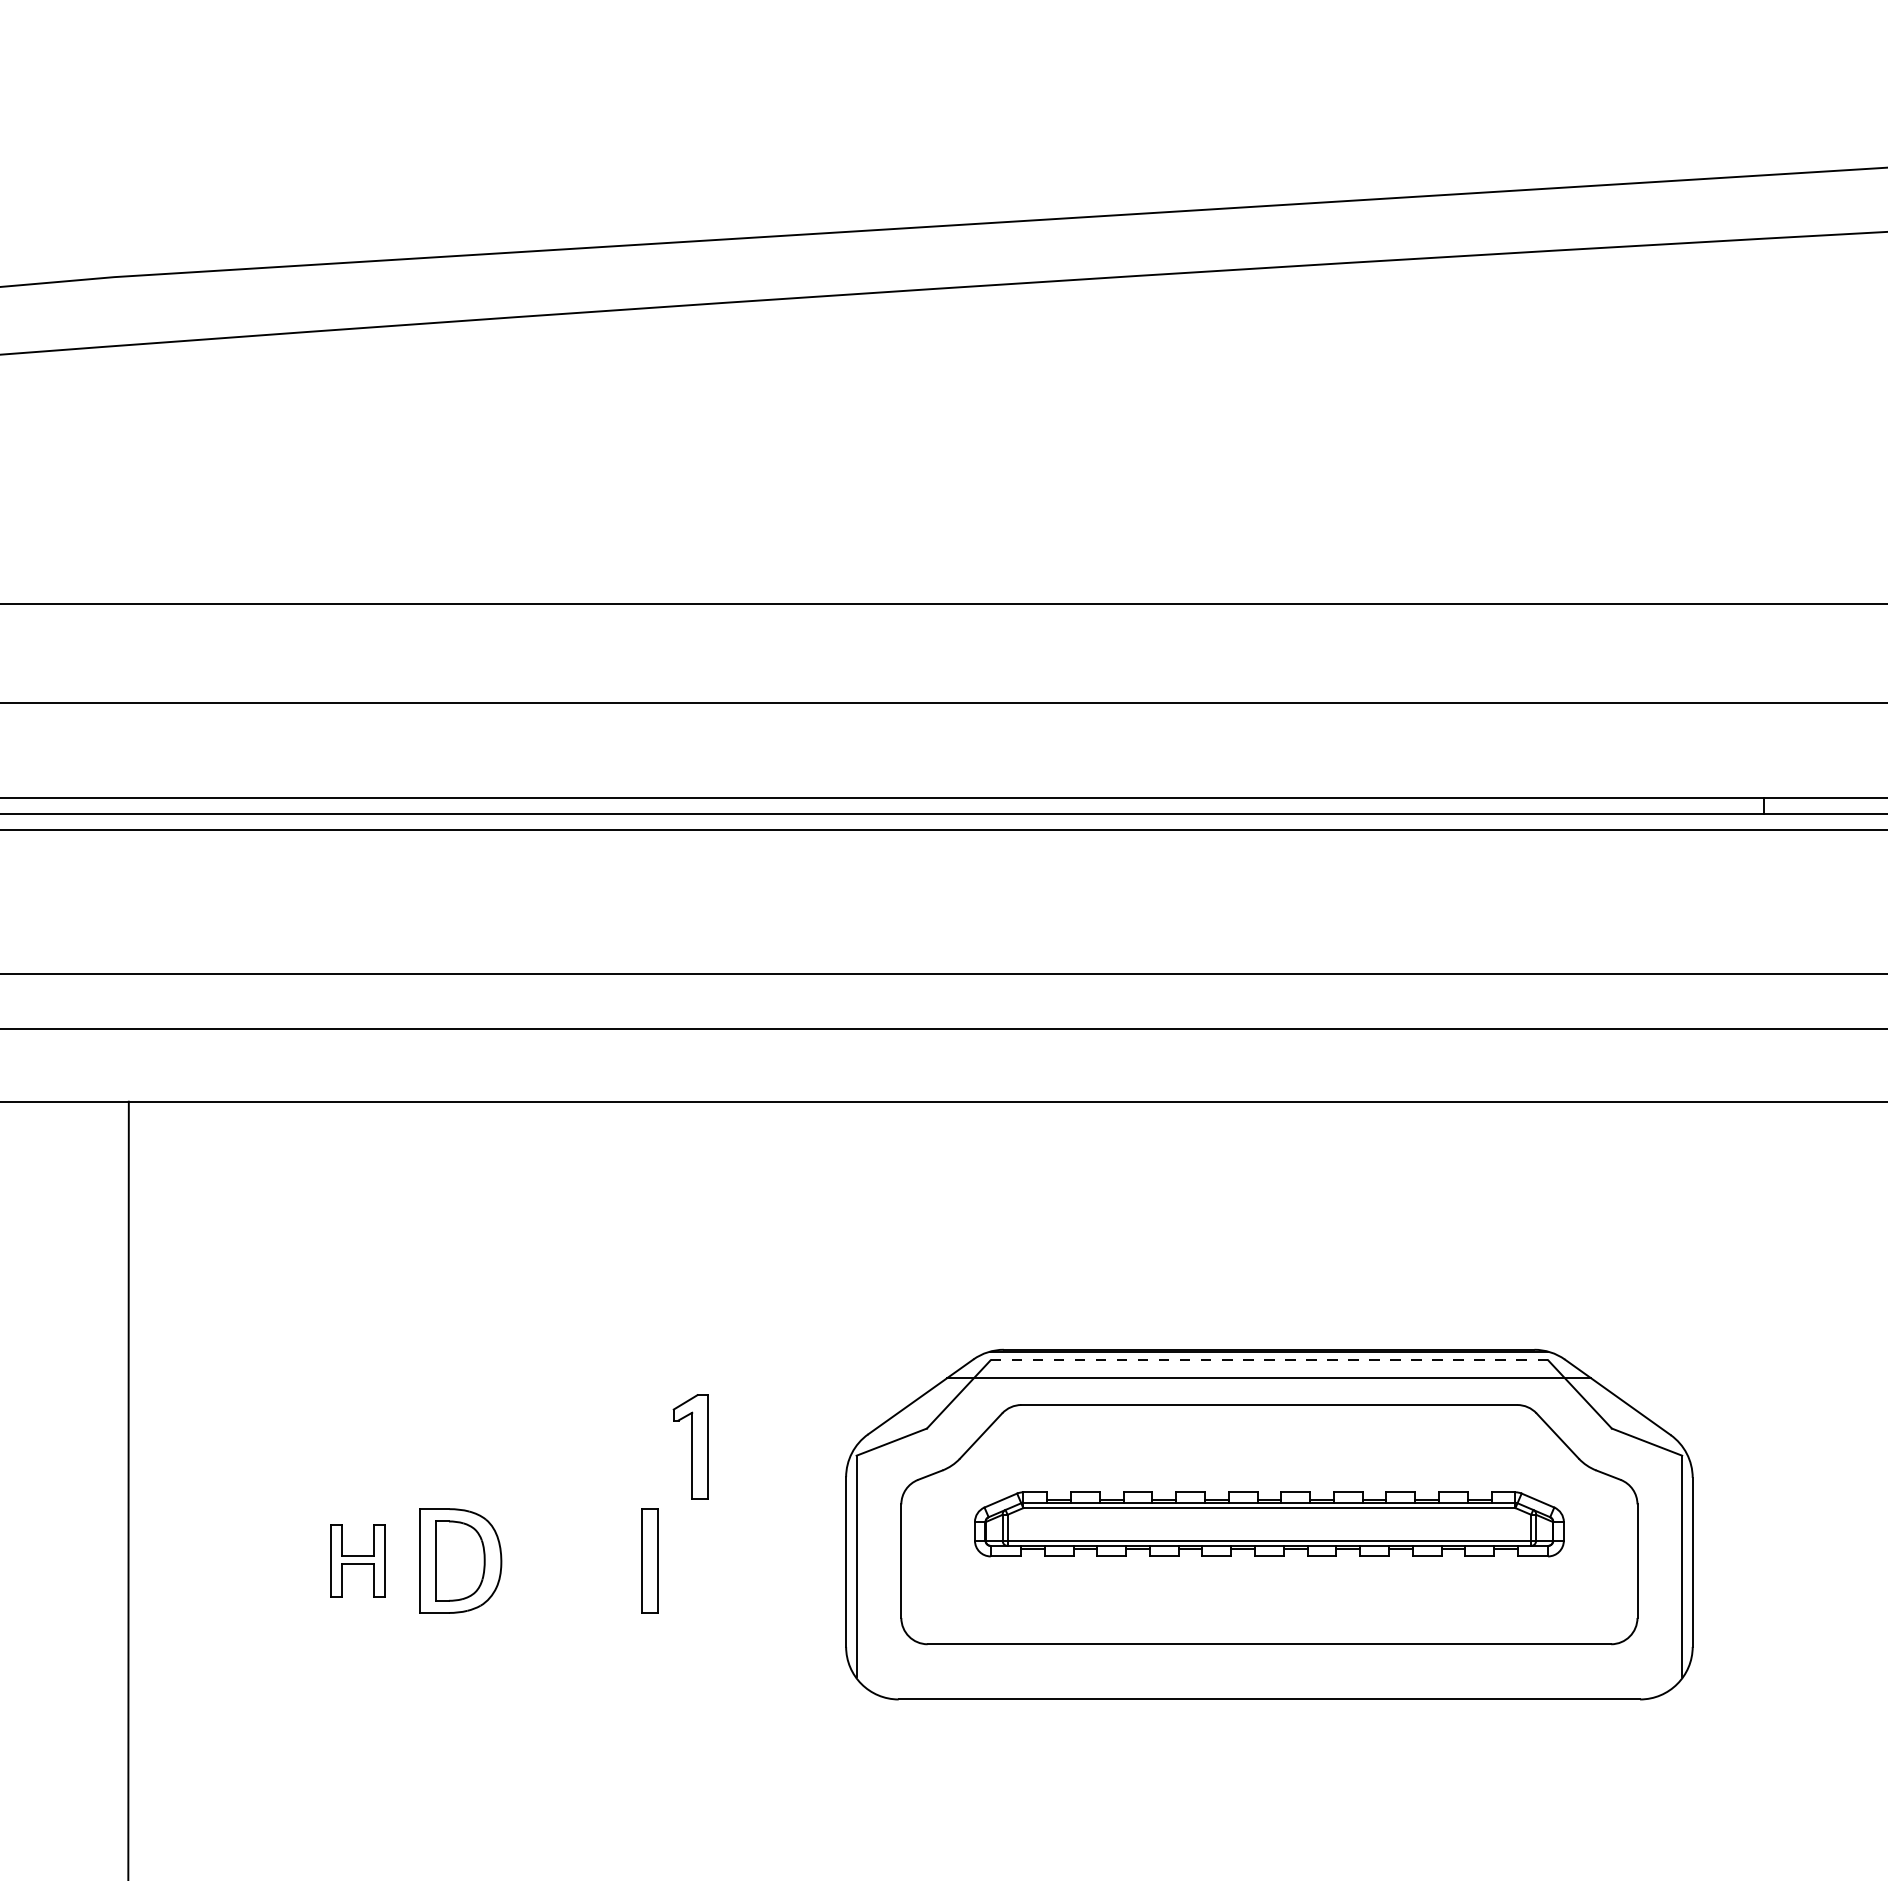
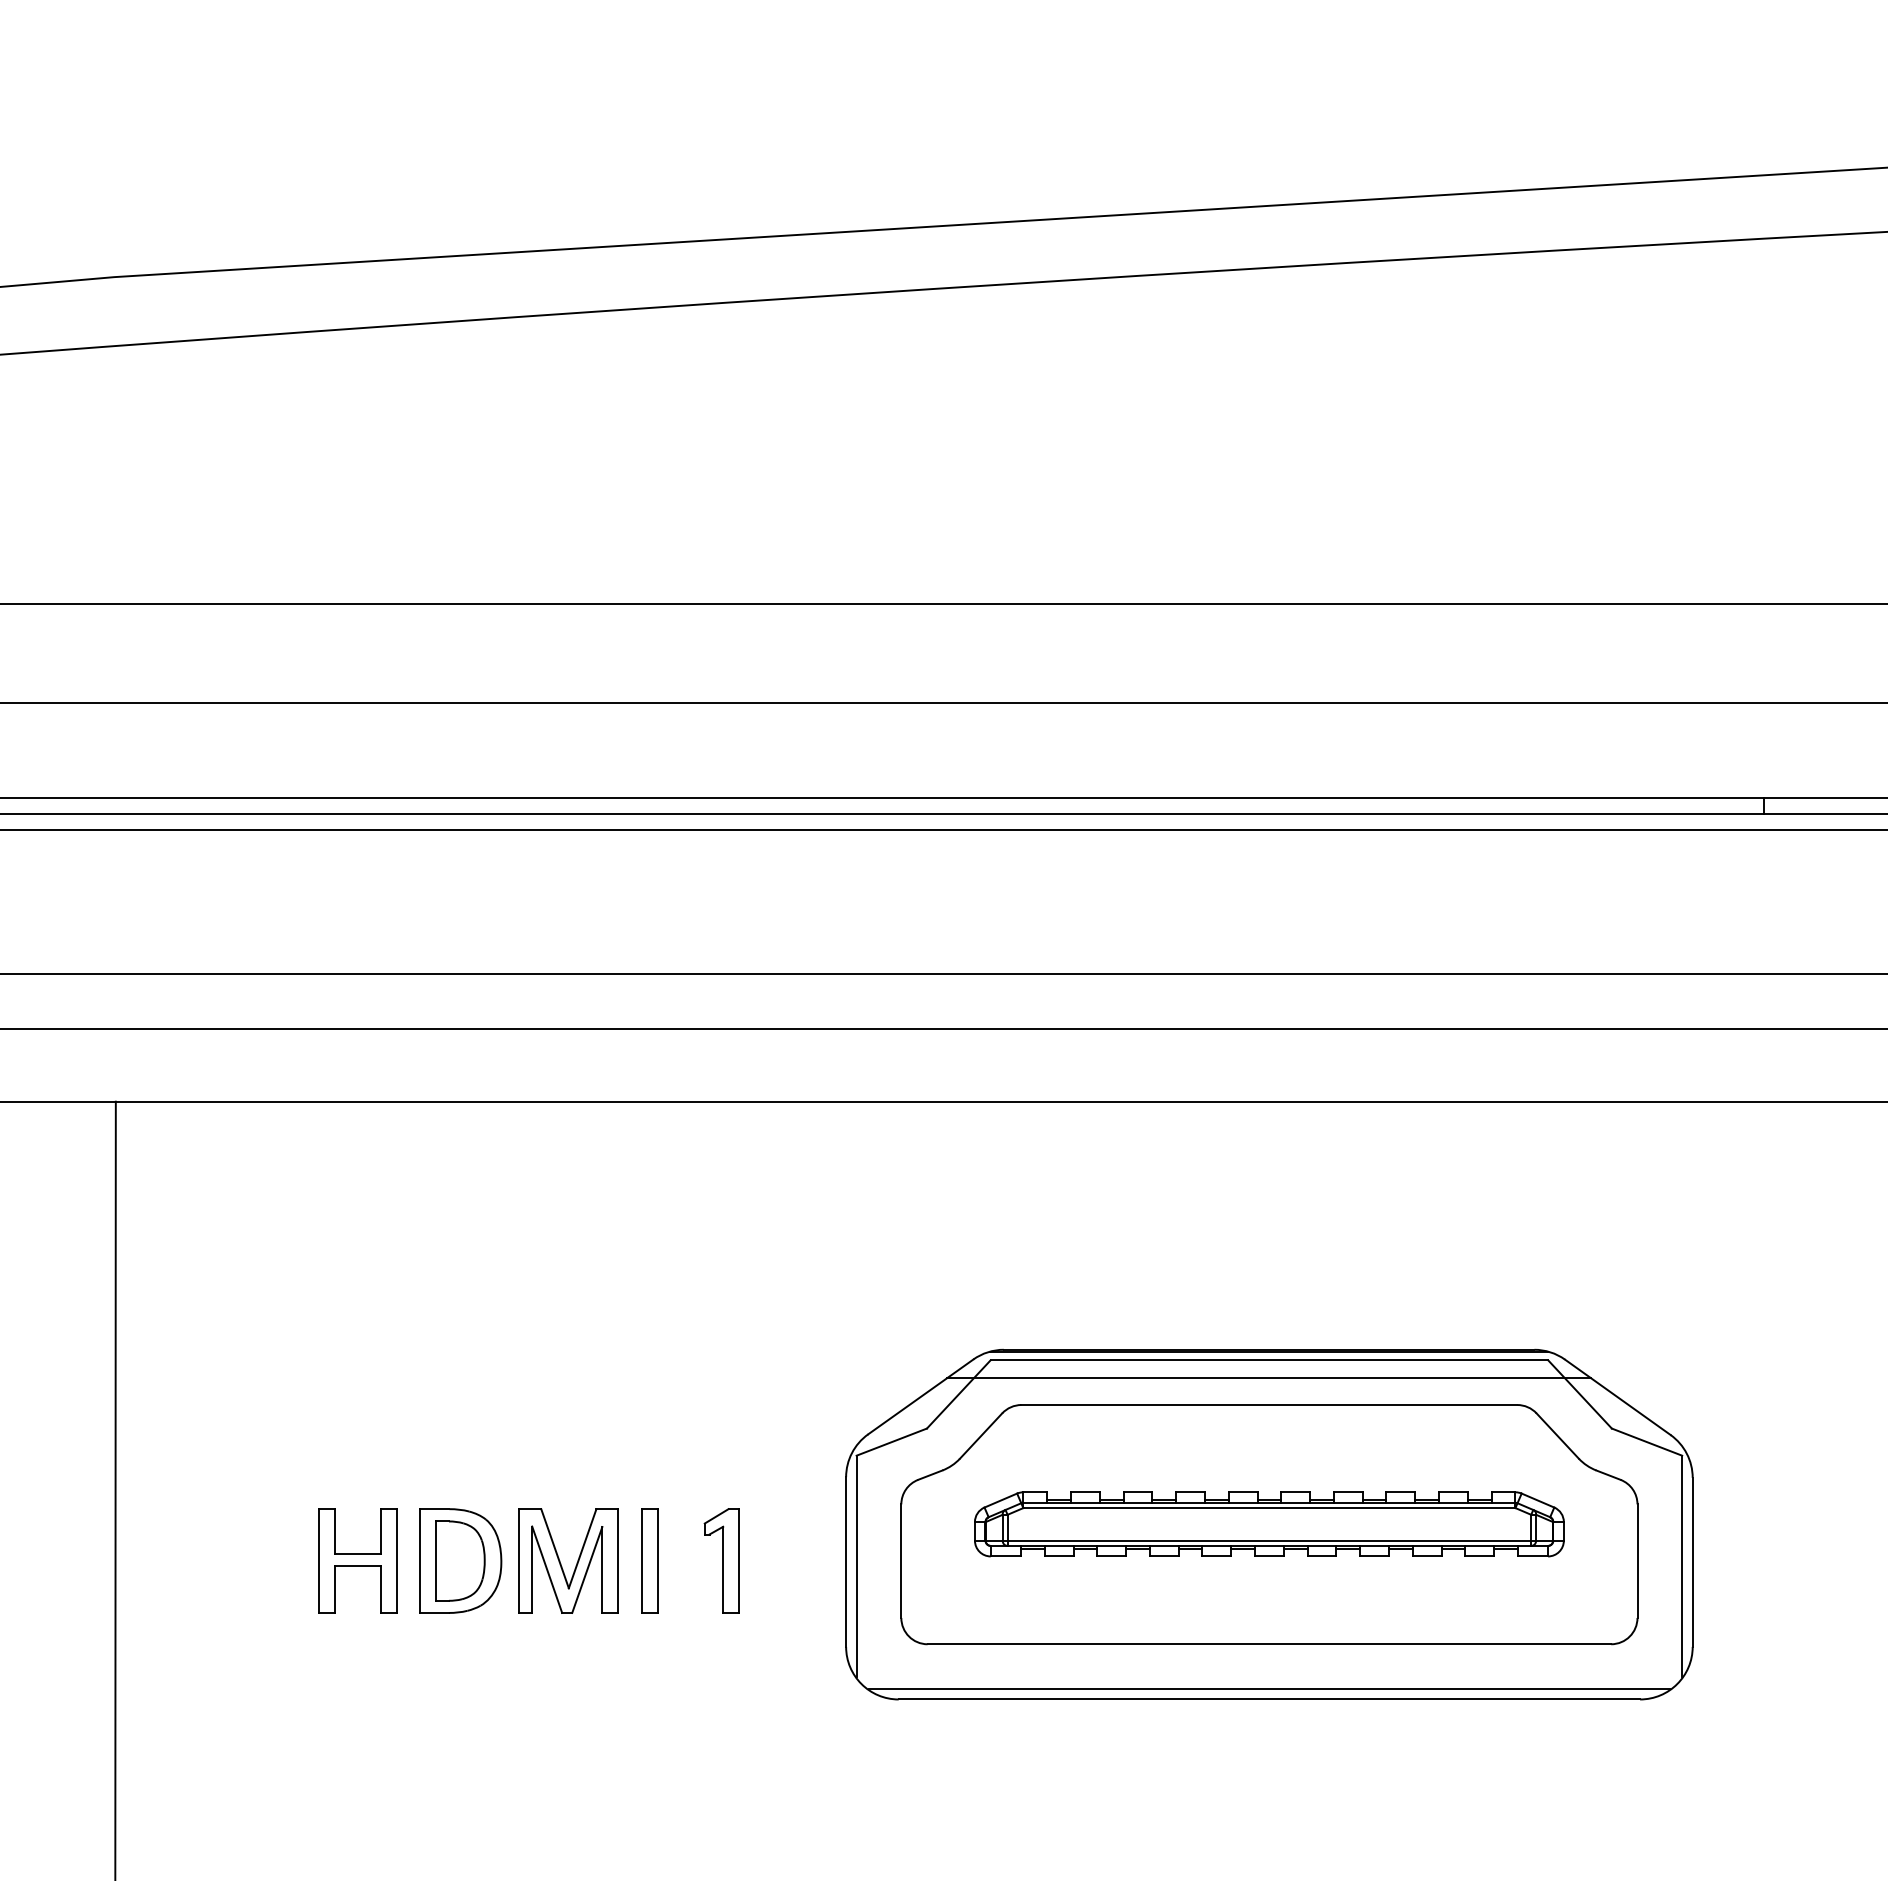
line at (1269, 1360): dashed -> solid
part at (690, 1446) position: (690, 1446) -> (721, 1560)
line at (128, 1489) position: (128, 1489) -> (115, 1489)
part at (357, 1560) size: 56x74 px -> 80x106 px
part at (561, 1563): none -> present
line at (1268, 1688): none -> present
